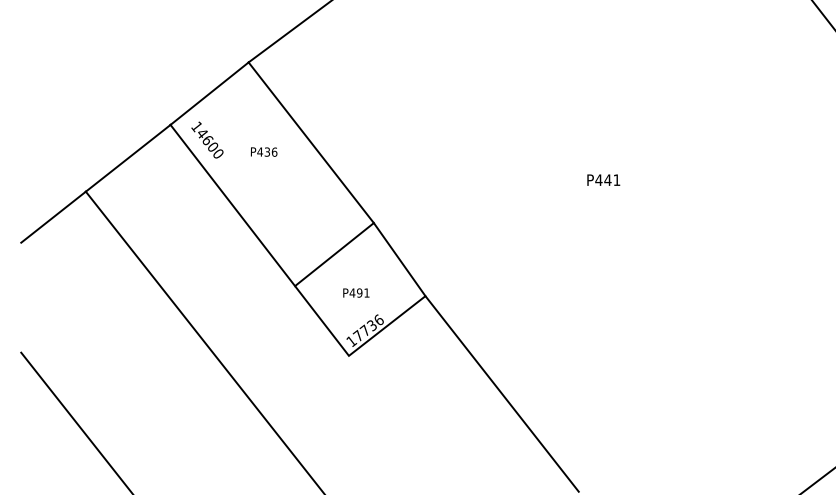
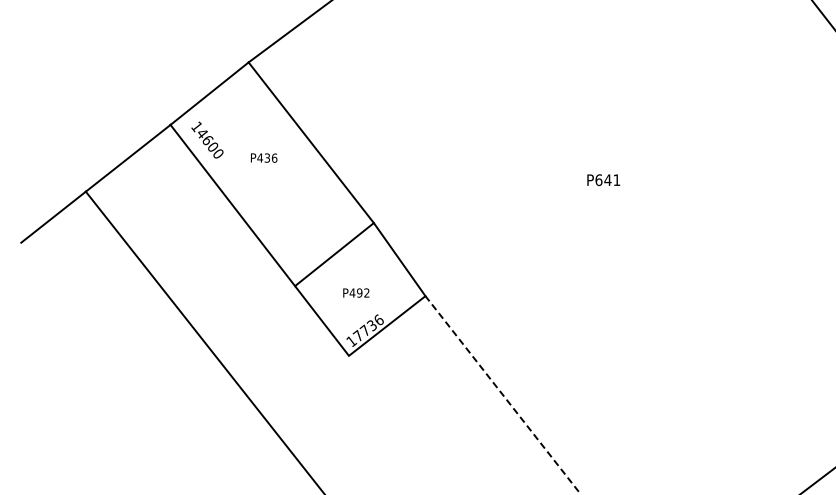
text at (263, 151) position: (263, 151) -> (263, 157)
text at (598, 180): P441 -> P641
text at (366, 292): P491 -> P492
line at (501, 393): solid -> dashed
line at (76, 421): present -> none
